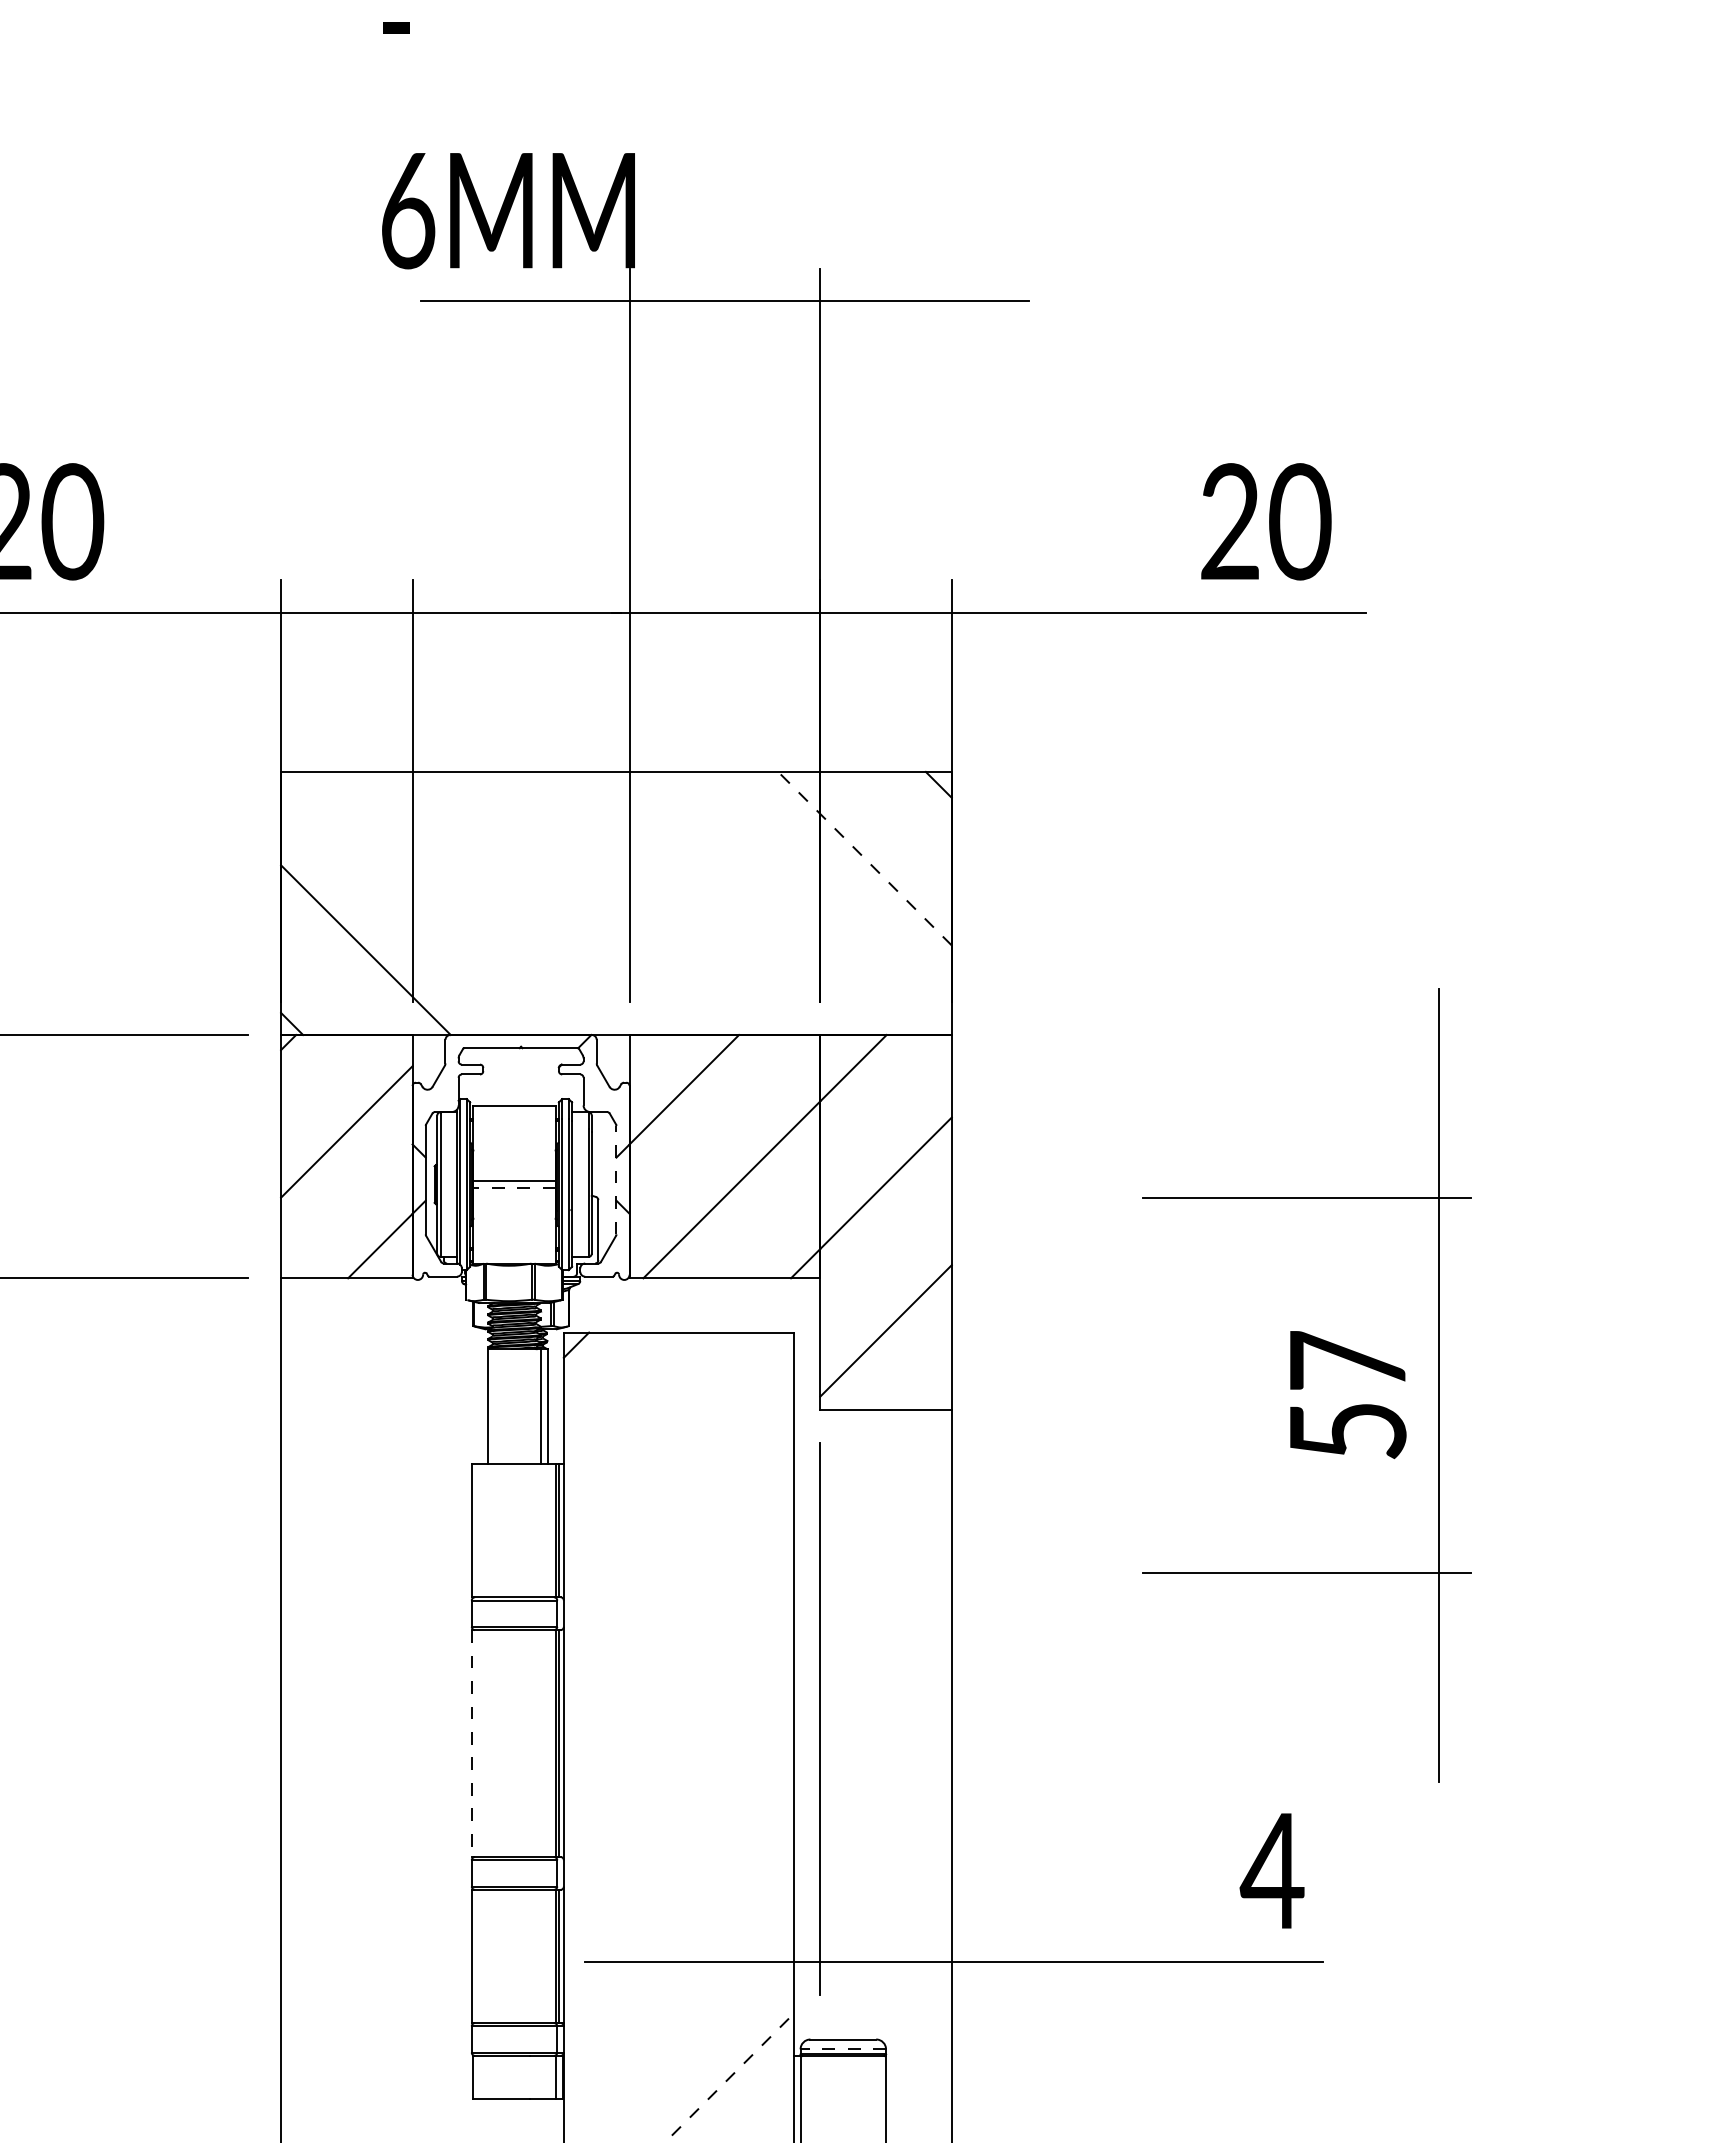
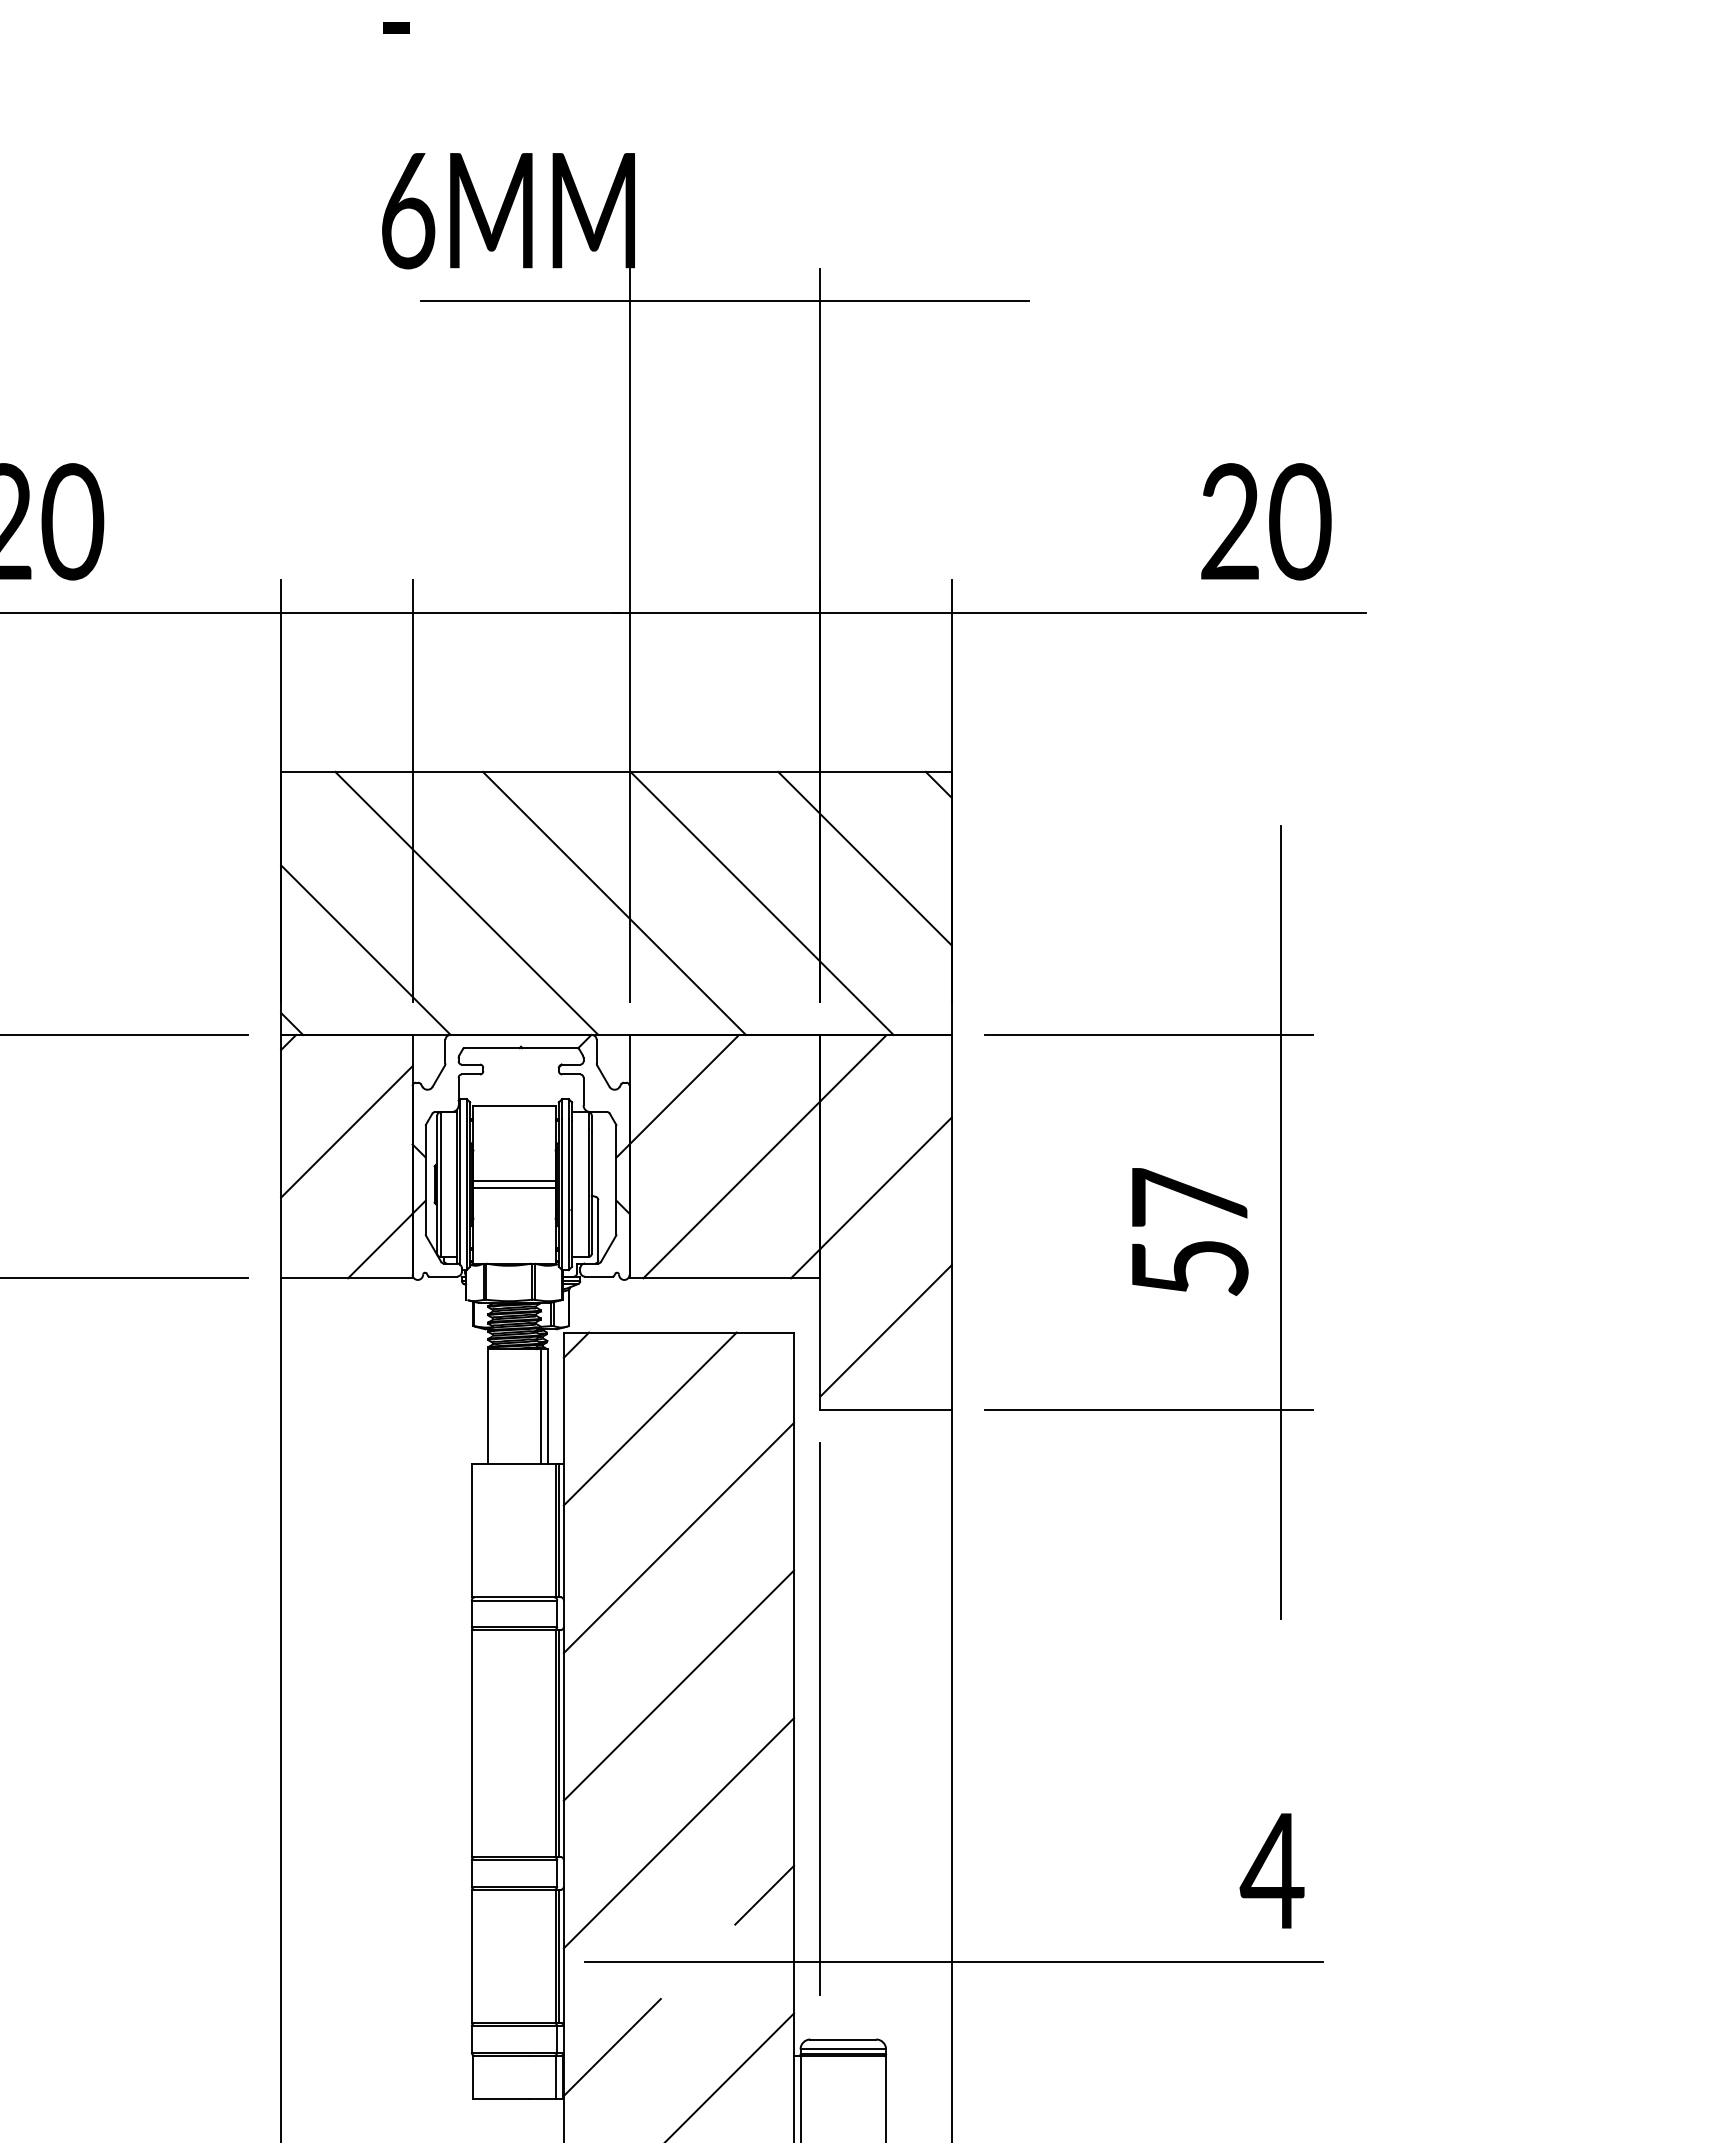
line at (865, 858): dashed -> solid
line at (466, 903): none -> present
line at (614, 903): none -> present
line at (761, 903): none -> present
line at (616, 1179): dashed -> solid
line at (514, 1188): dashed -> solid
part at (1306, 1385) position: (1306, 1385) -> (1148, 1222)
line at (649, 1418): none -> present
line at (678, 1537): none -> present
line at (678, 1685): none -> present
line at (471, 1744): dashed -> solid
line at (678, 1833): none -> present
line at (764, 1894): none -> present
line at (611, 2047): none -> present
line at (843, 2049): dashed -> solid
line at (729, 2077): dashed -> solid
